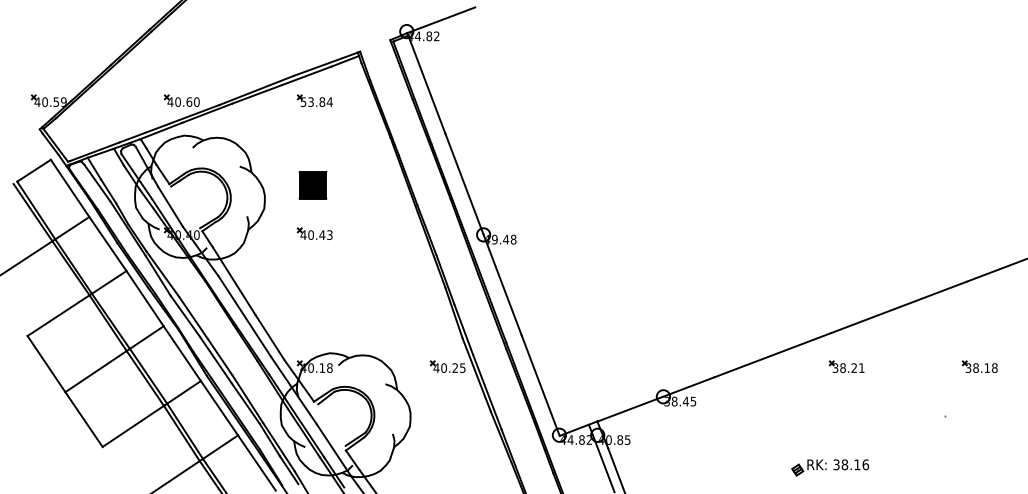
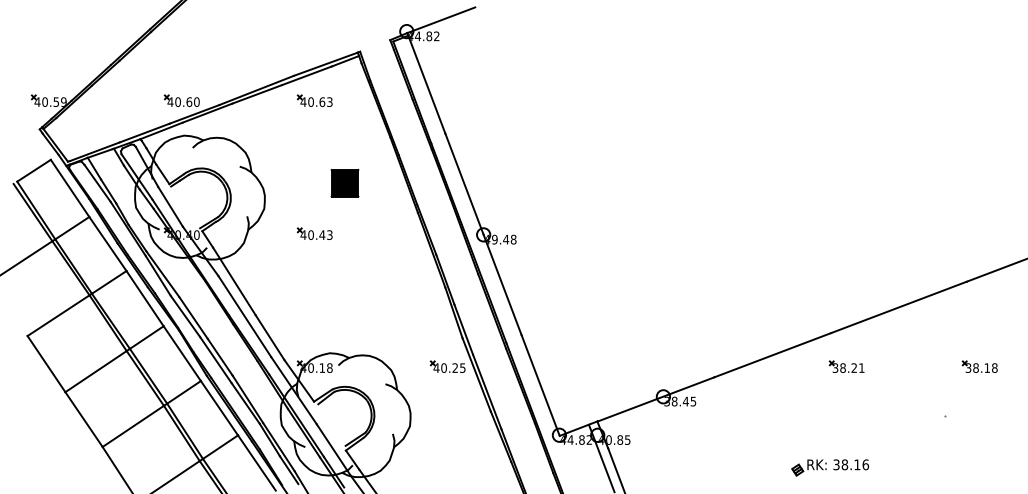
text at (316, 101): 53.84 -> 40.63
part at (312, 185) position: (312, 185) -> (344, 183)
line at (116, 468): none -> present
